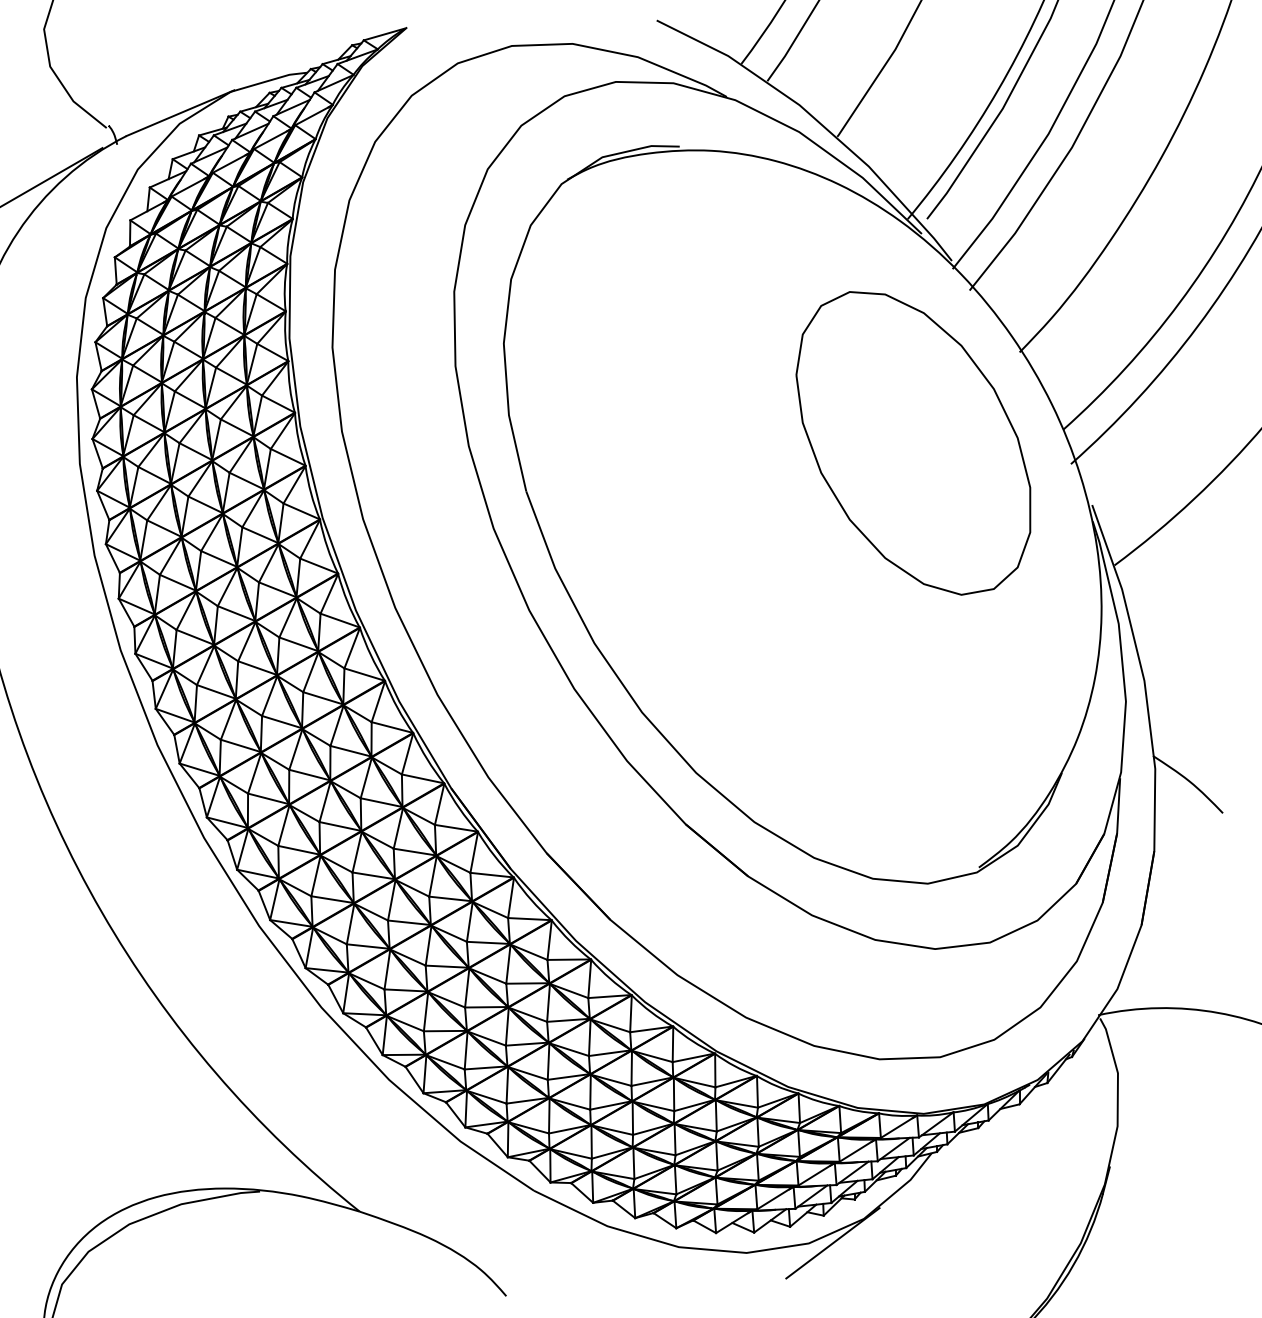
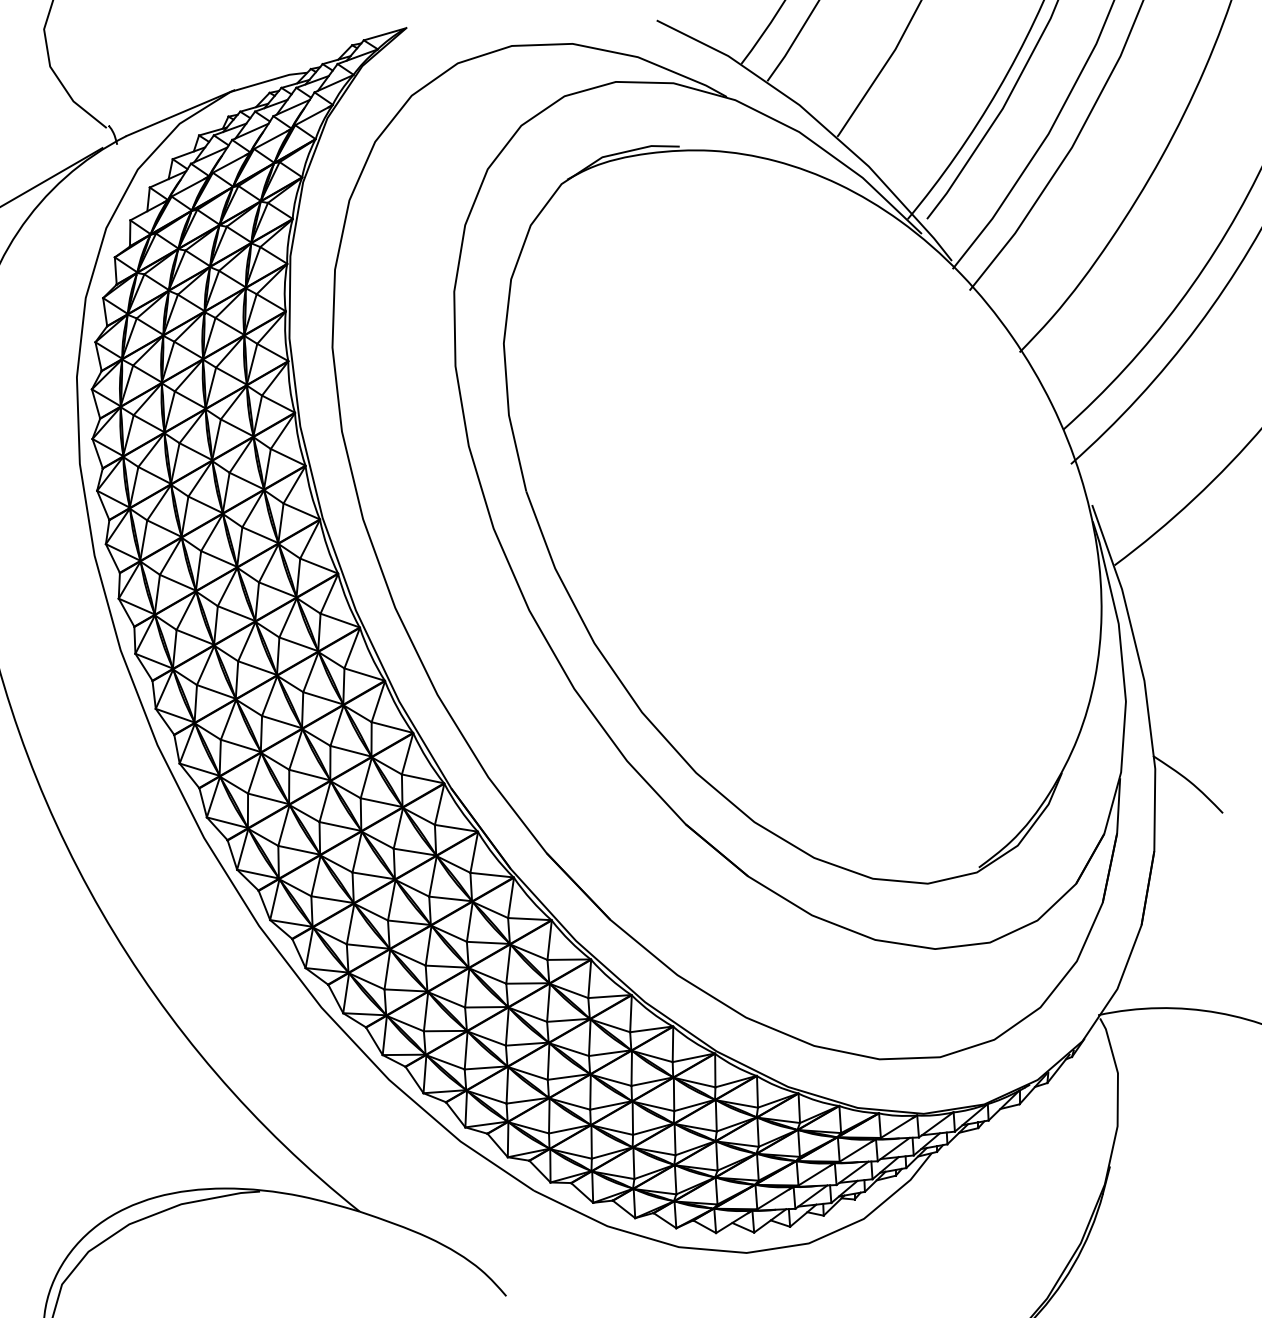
part at (913, 443): present -> none
line at (832, 1243): present -> none
